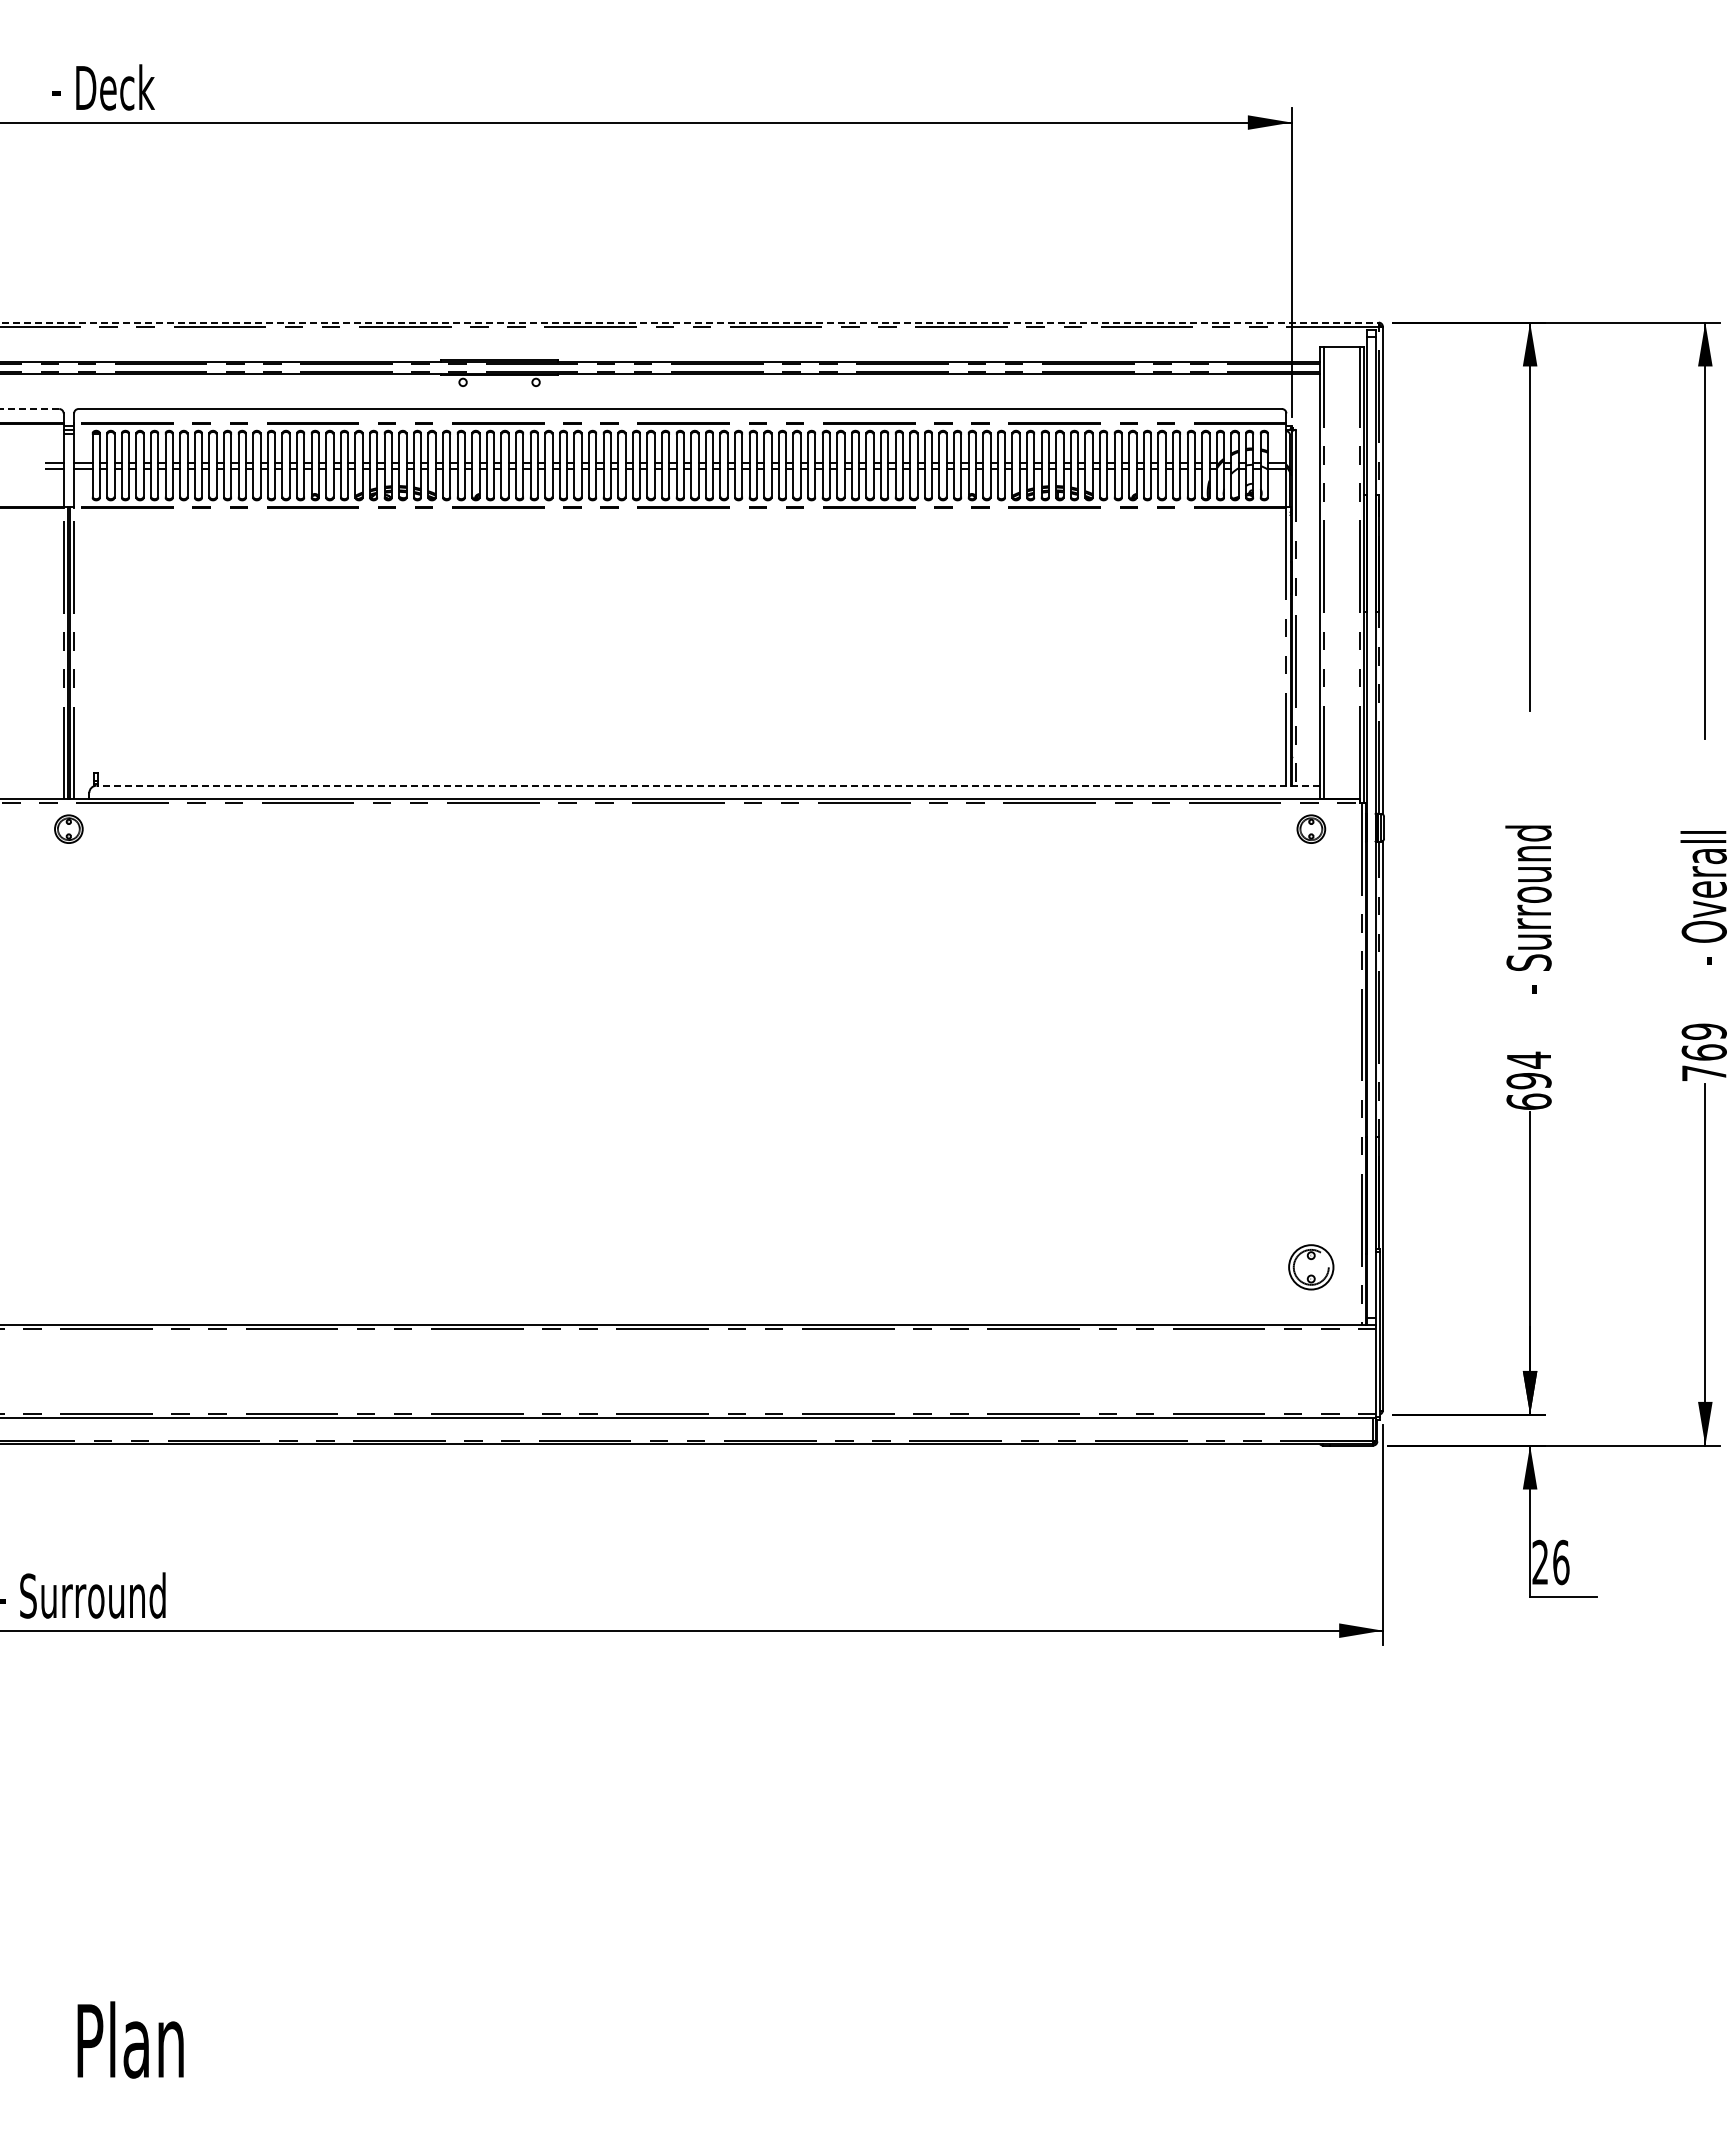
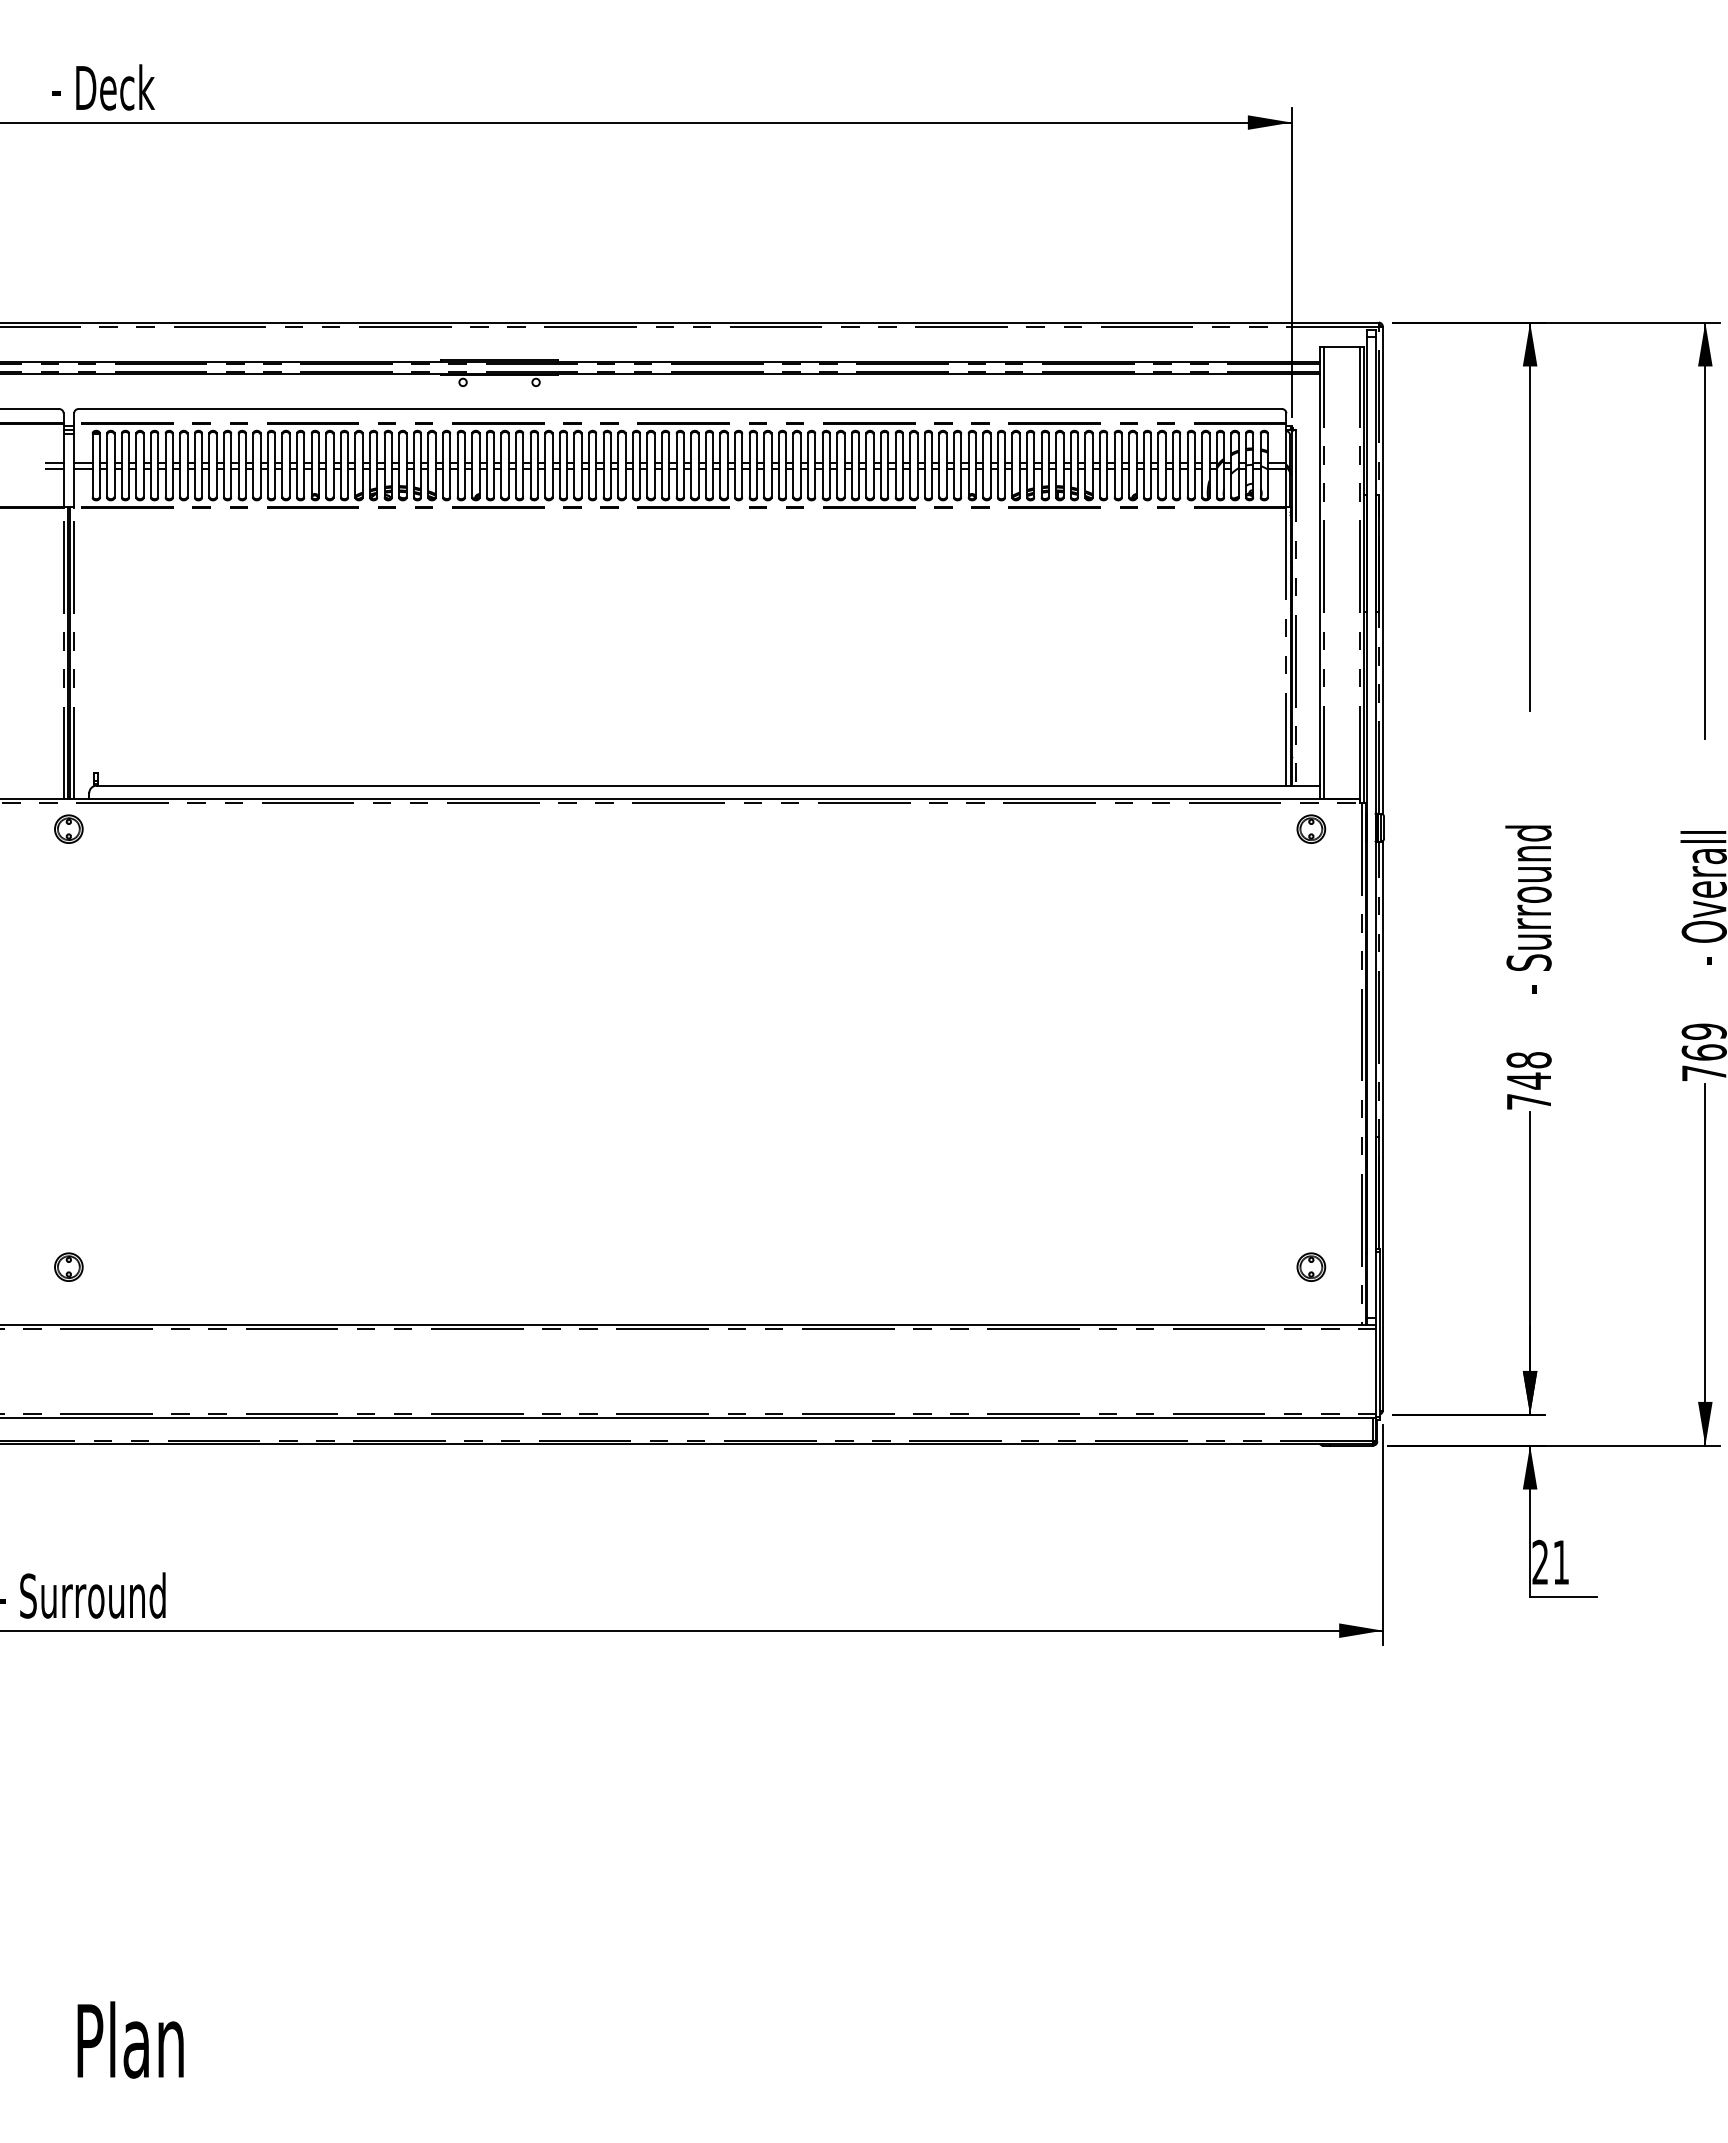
line at (689, 322): dashed -> solid
line at (29, 409): dashed -> solid
line at (708, 785): dashed -> solid
text at (1528, 1080): 694 -> 748
part at (68, 1266): none -> present
part at (1311, 1267) size: 47x47 px -> 31x30 px
text at (1561, 1562): 26 -> 21
